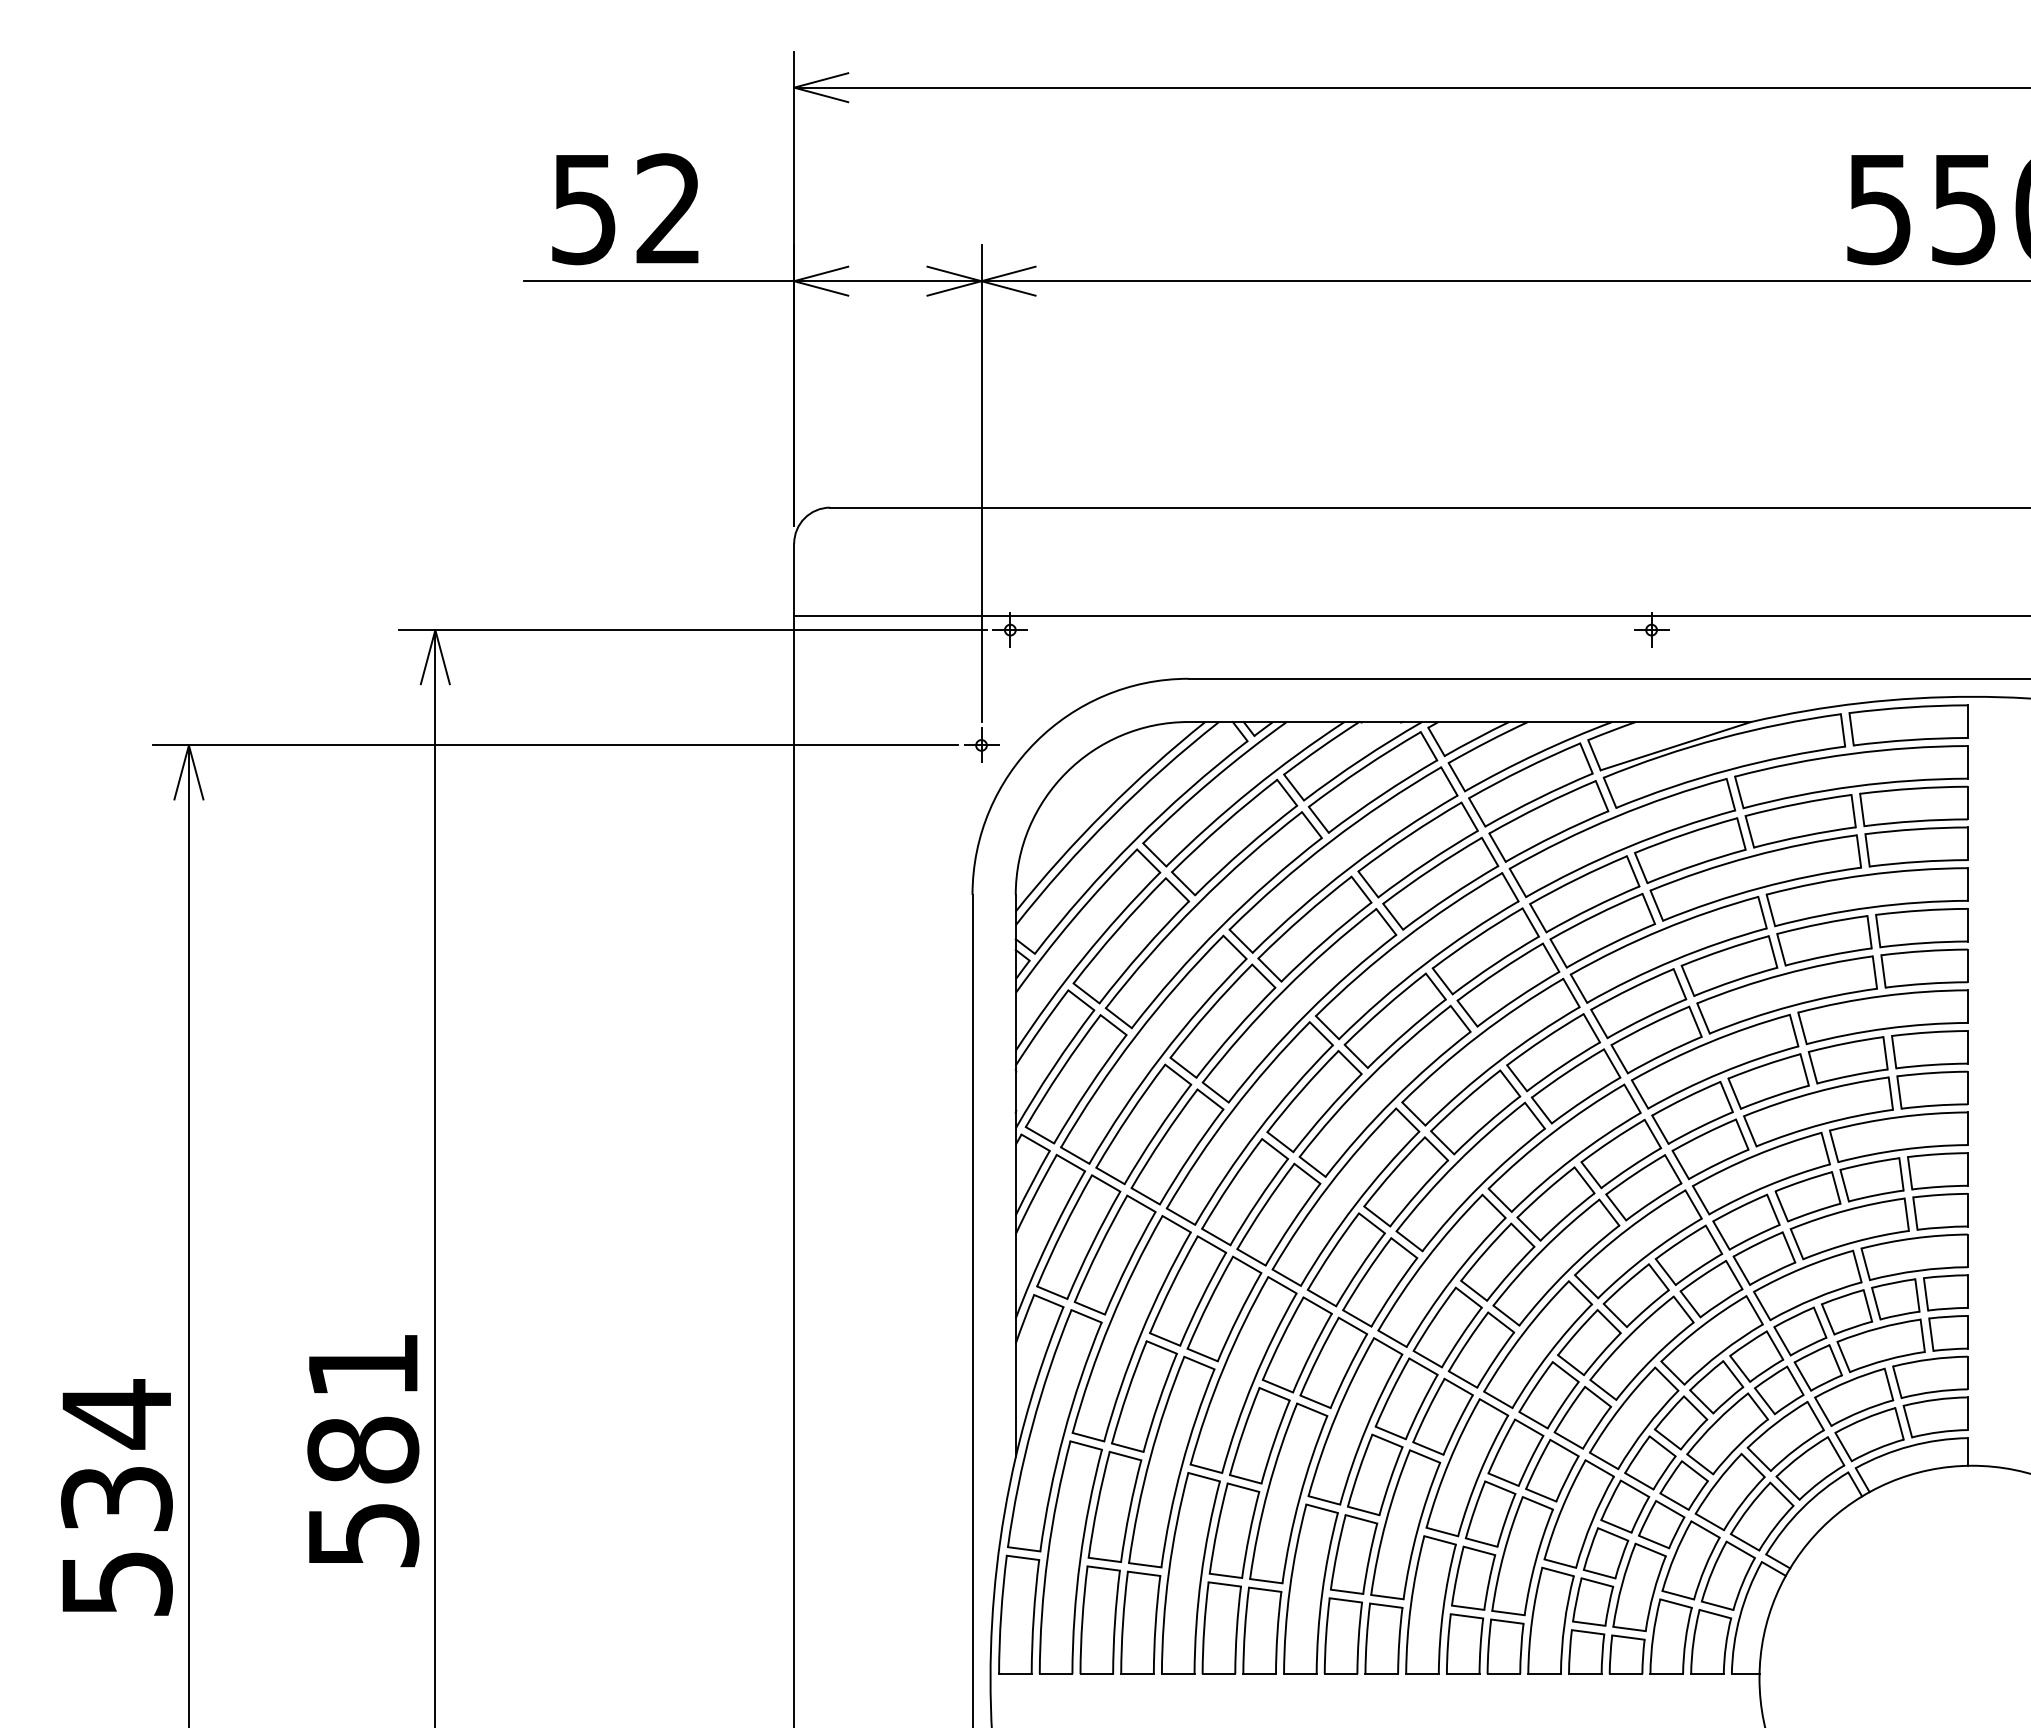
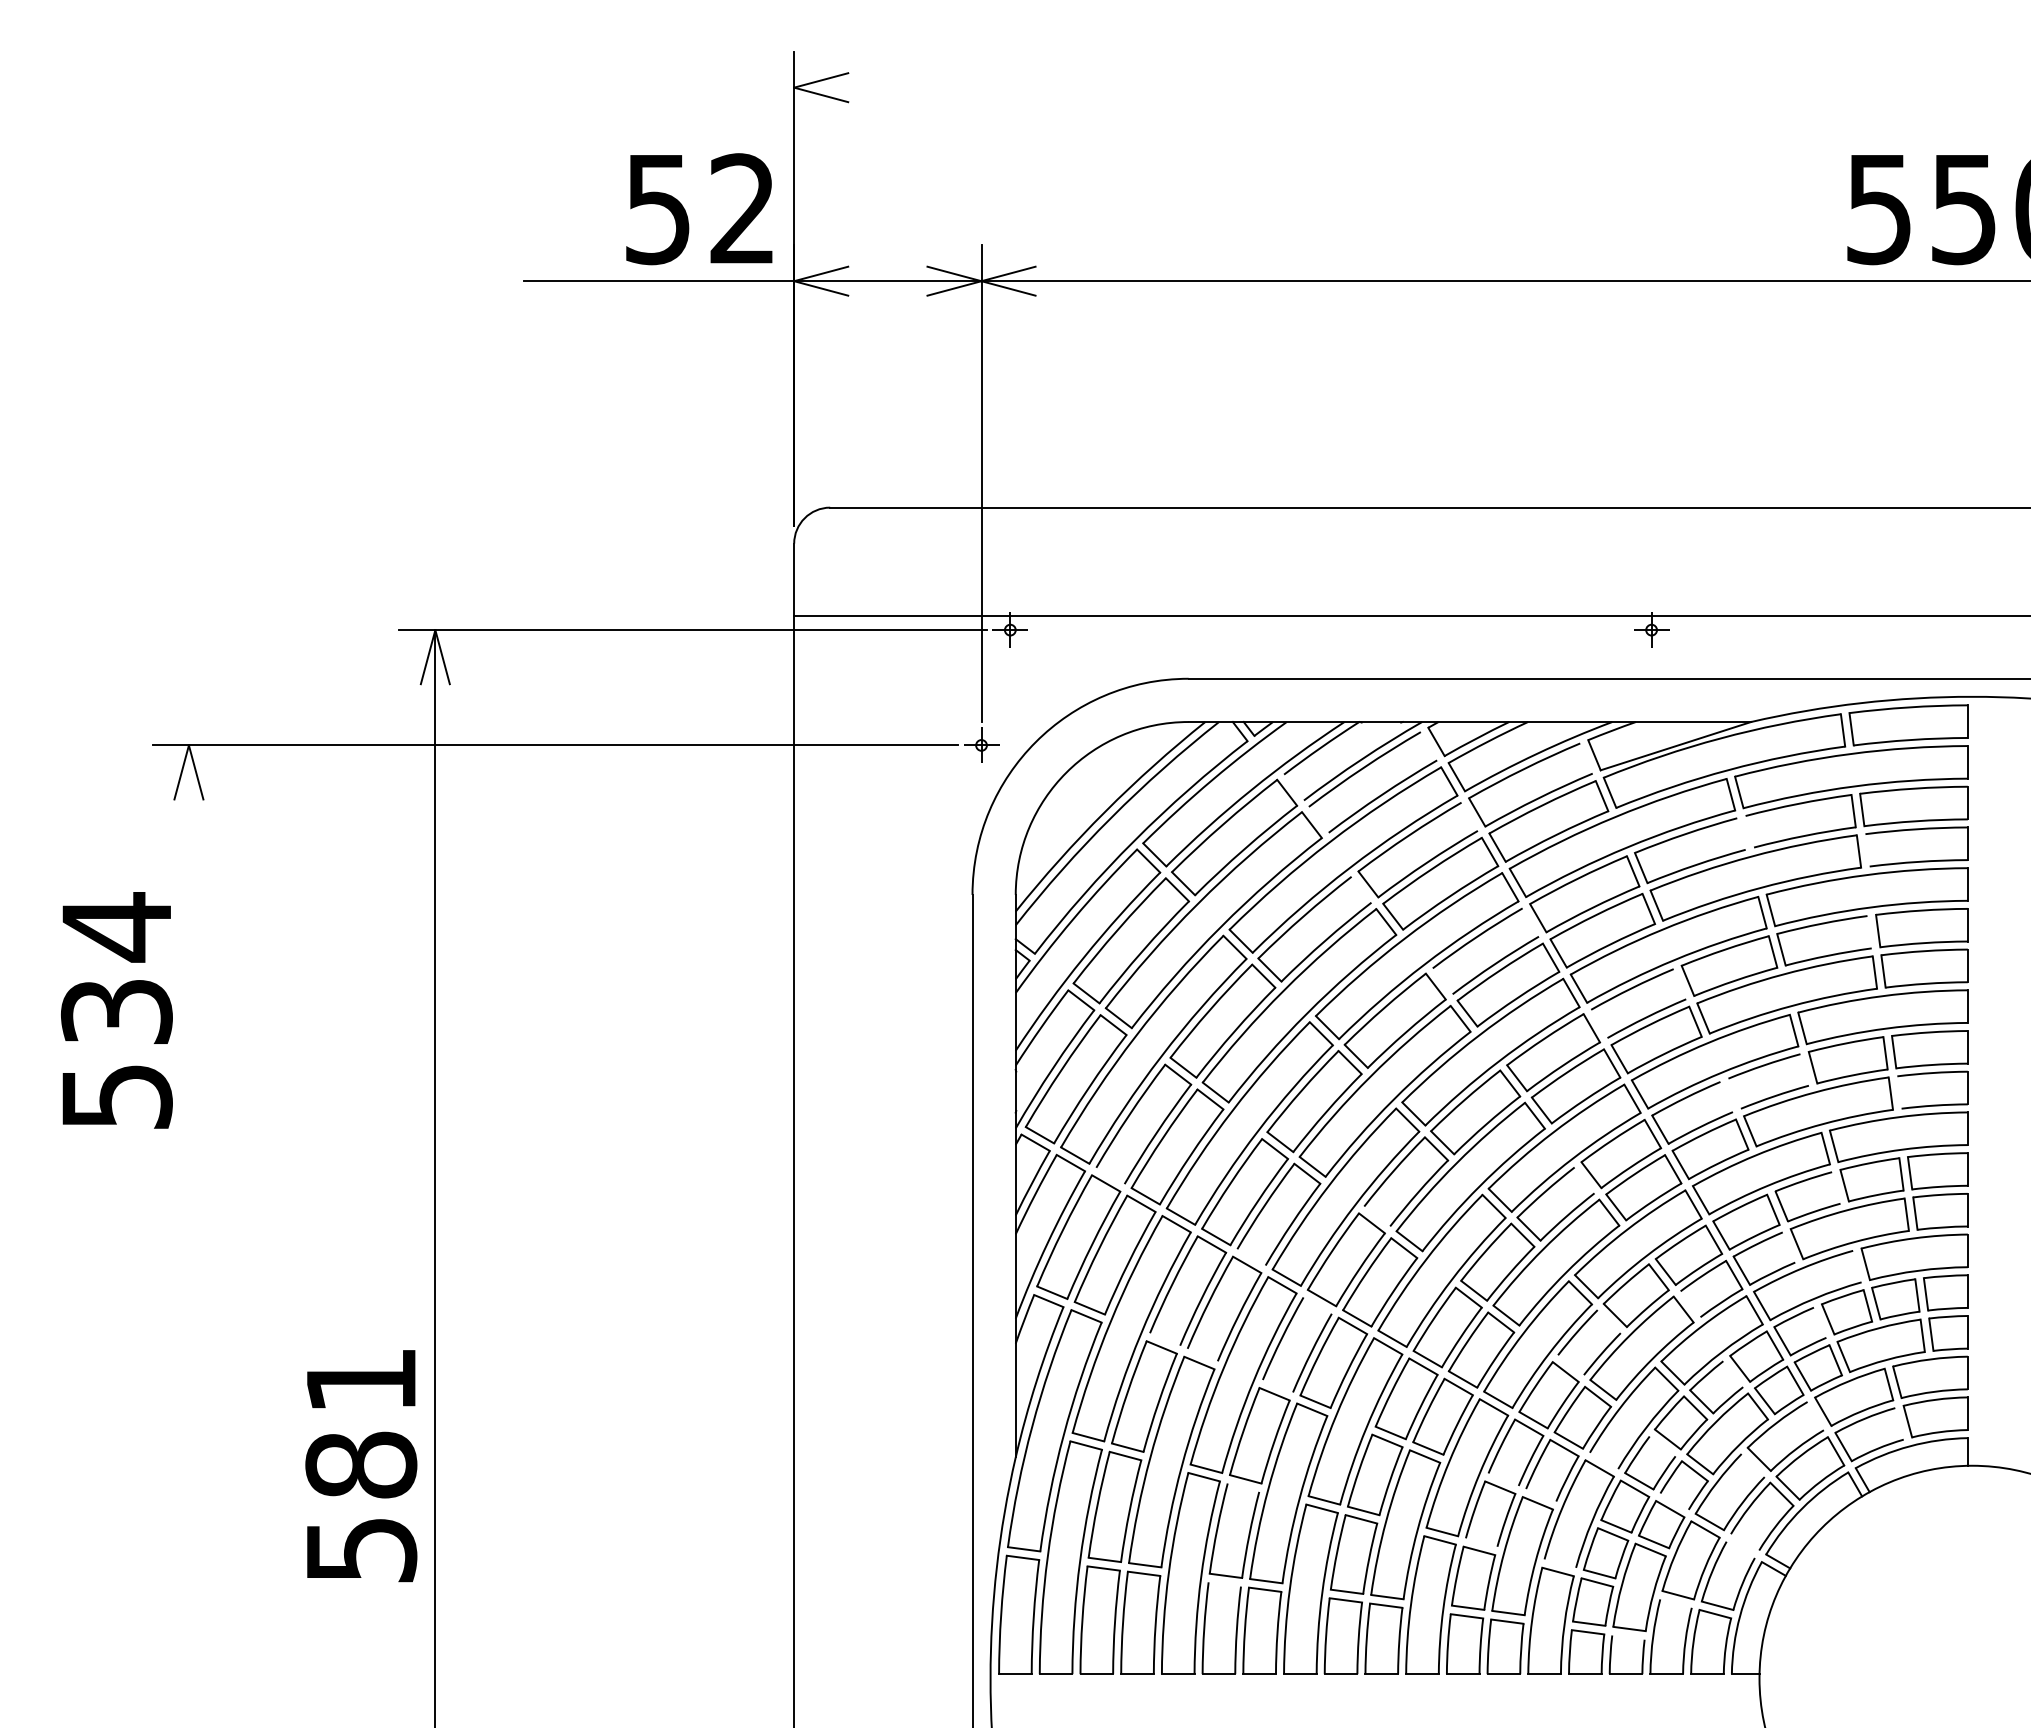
line at (1410, 87): present -> none
text at (625, 209) position: (625, 209) -> (699, 209)
line at (1428, 746): present -> none
line at (1586, 758): present -> none
line at (1293, 787): present -> none
line at (1469, 816): present -> none
line at (1318, 819): present -> none
line at (1749, 831): present -> none
line at (1741, 833): present -> none
line at (1867, 850): present -> none
line at (1361, 889): present -> none
line at (1530, 922): present -> none
line at (1869, 932): present -> none
line at (1442, 981): present -> none
line at (1679, 984): present -> none
line at (1599, 1023): present -> none
line at (1804, 1069): present -> none
line at (1899, 1092): present -> none
line at (1734, 1093): present -> none
line at (1726, 1096): present -> none
line at (1110, 1175): present -> none
line at (1584, 1180): present -> none
line at (1836, 1187): present -> none
line at (1377, 1216): present -> none
line at (188, 1234): present -> none
line at (1788, 1247): present -> none
line at (1251, 1257): present -> none
line at (1857, 1266): present -> none
line at (1690, 1304): present -> none
line at (1317, 1305): present -> none
line at (1608, 1321): present -> none
line at (1819, 1322): present -> none
line at (1165, 1339): present -> none
line at (1202, 1354): present -> none
line at (1570, 1365): present -> none
line at (1733, 1374): present -> none
line at (1277, 1385): present -> none
line at (1815, 1415): present -> none
line at (1899, 1423): present -> none
line at (1662, 1446): present -> none
text at (363, 1451) position: (363, 1451) -> (361, 1466)
line at (1603, 1460): present -> none
line at (1752, 1465): present -> none
line at (1503, 1479): present -> none
line at (1243, 1487): present -> none
line at (1541, 1495): present -> none
text at (116, 1497) position: (116, 1497) -> (116, 1010)
line at (1674, 1501): present -> none
line at (1481, 1542): present -> none
line at (1744, 1542): present -> none
line at (1740, 1549): present -> none
line at (1560, 1563): present -> none
line at (1224, 1584): present -> none
line at (1675, 1603): present -> none
line at (1628, 1637): present -> none
